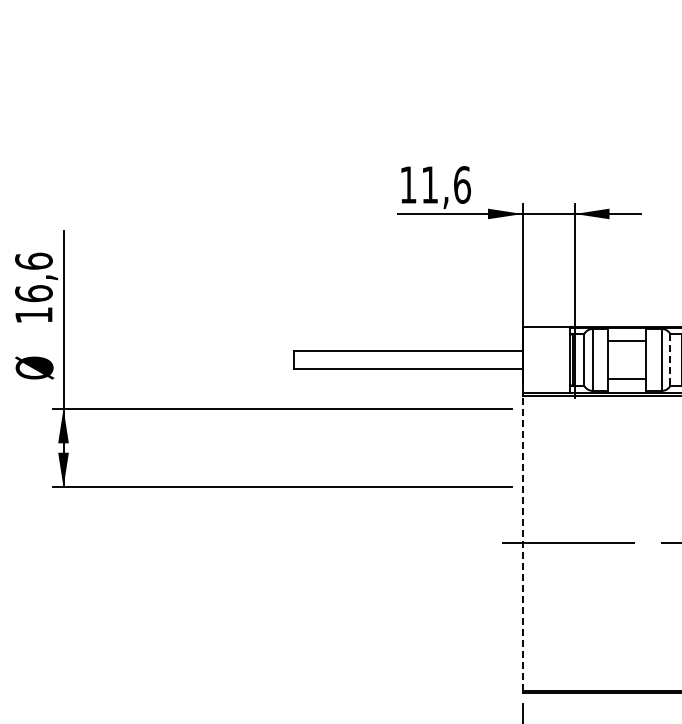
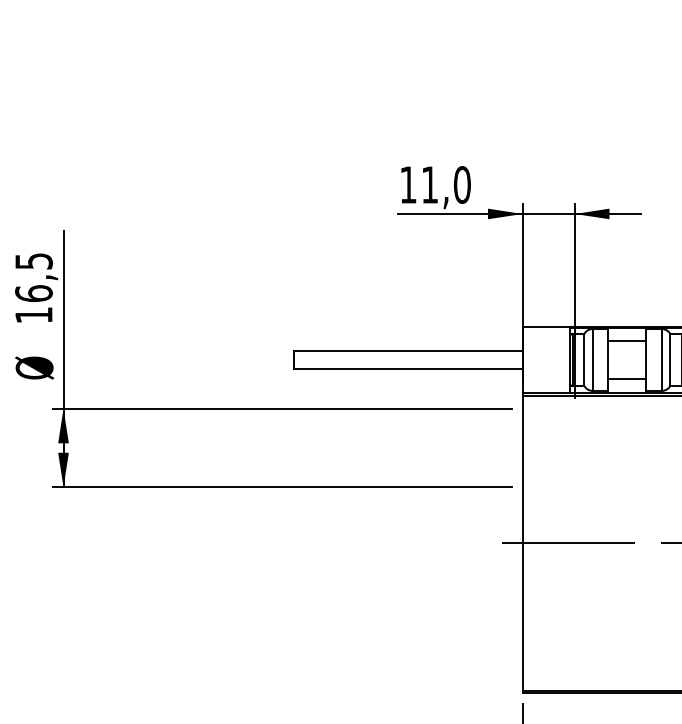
text at (462, 184): 11,6 -> 11,0
text at (33, 260): 16,6 -> 16,5
line at (670, 360): dashed -> solid
line at (522, 543): dashed -> solid
